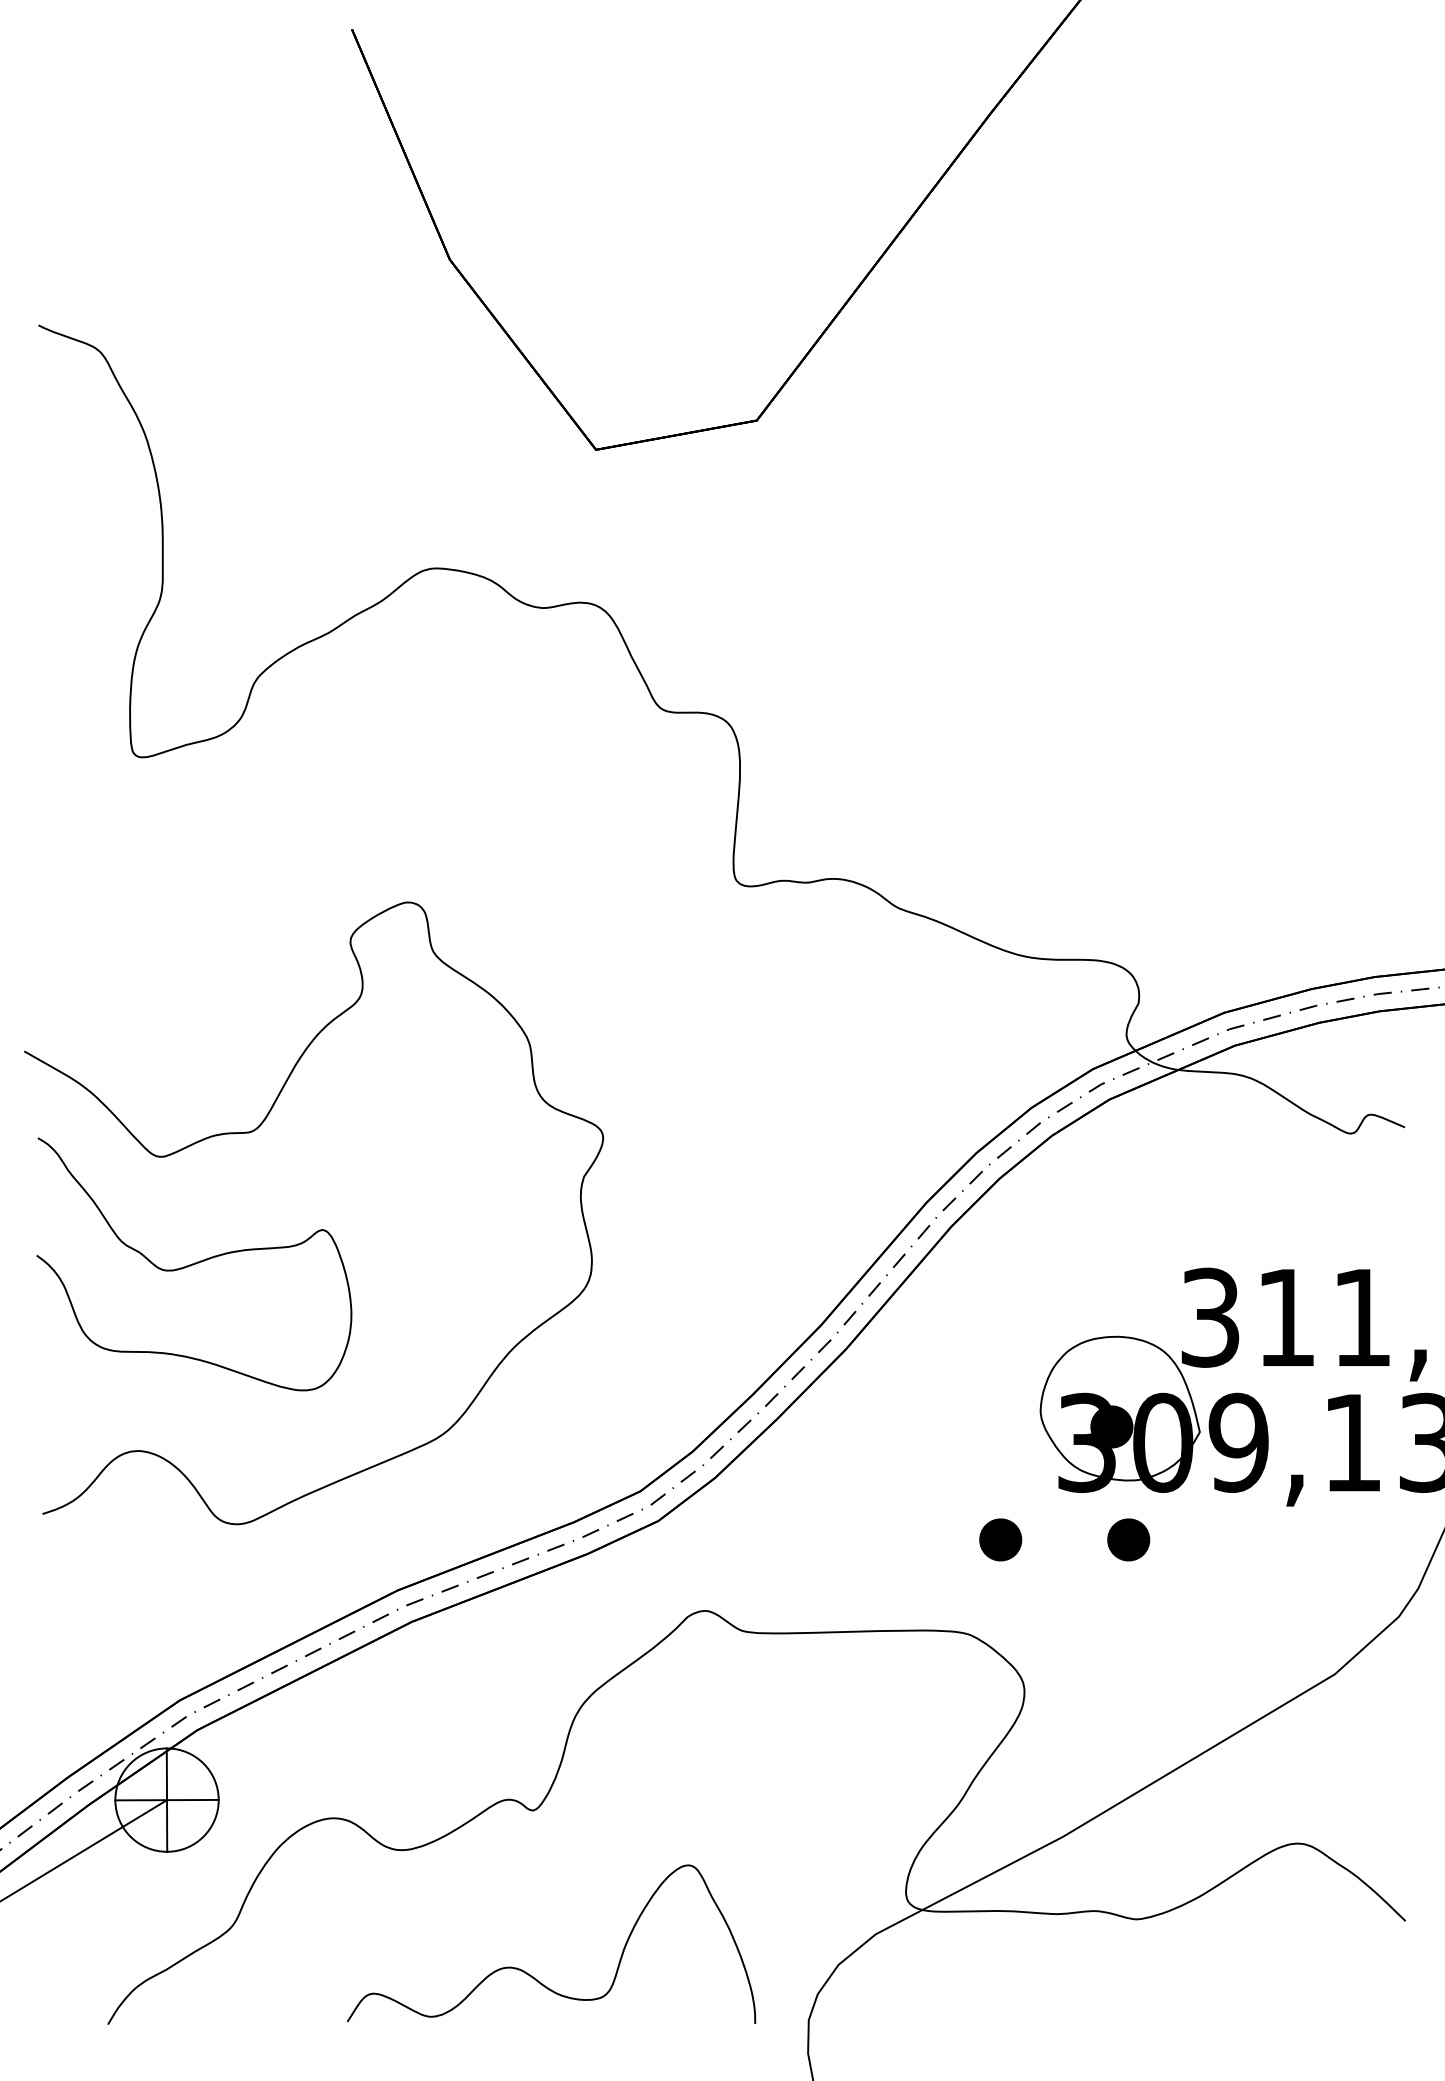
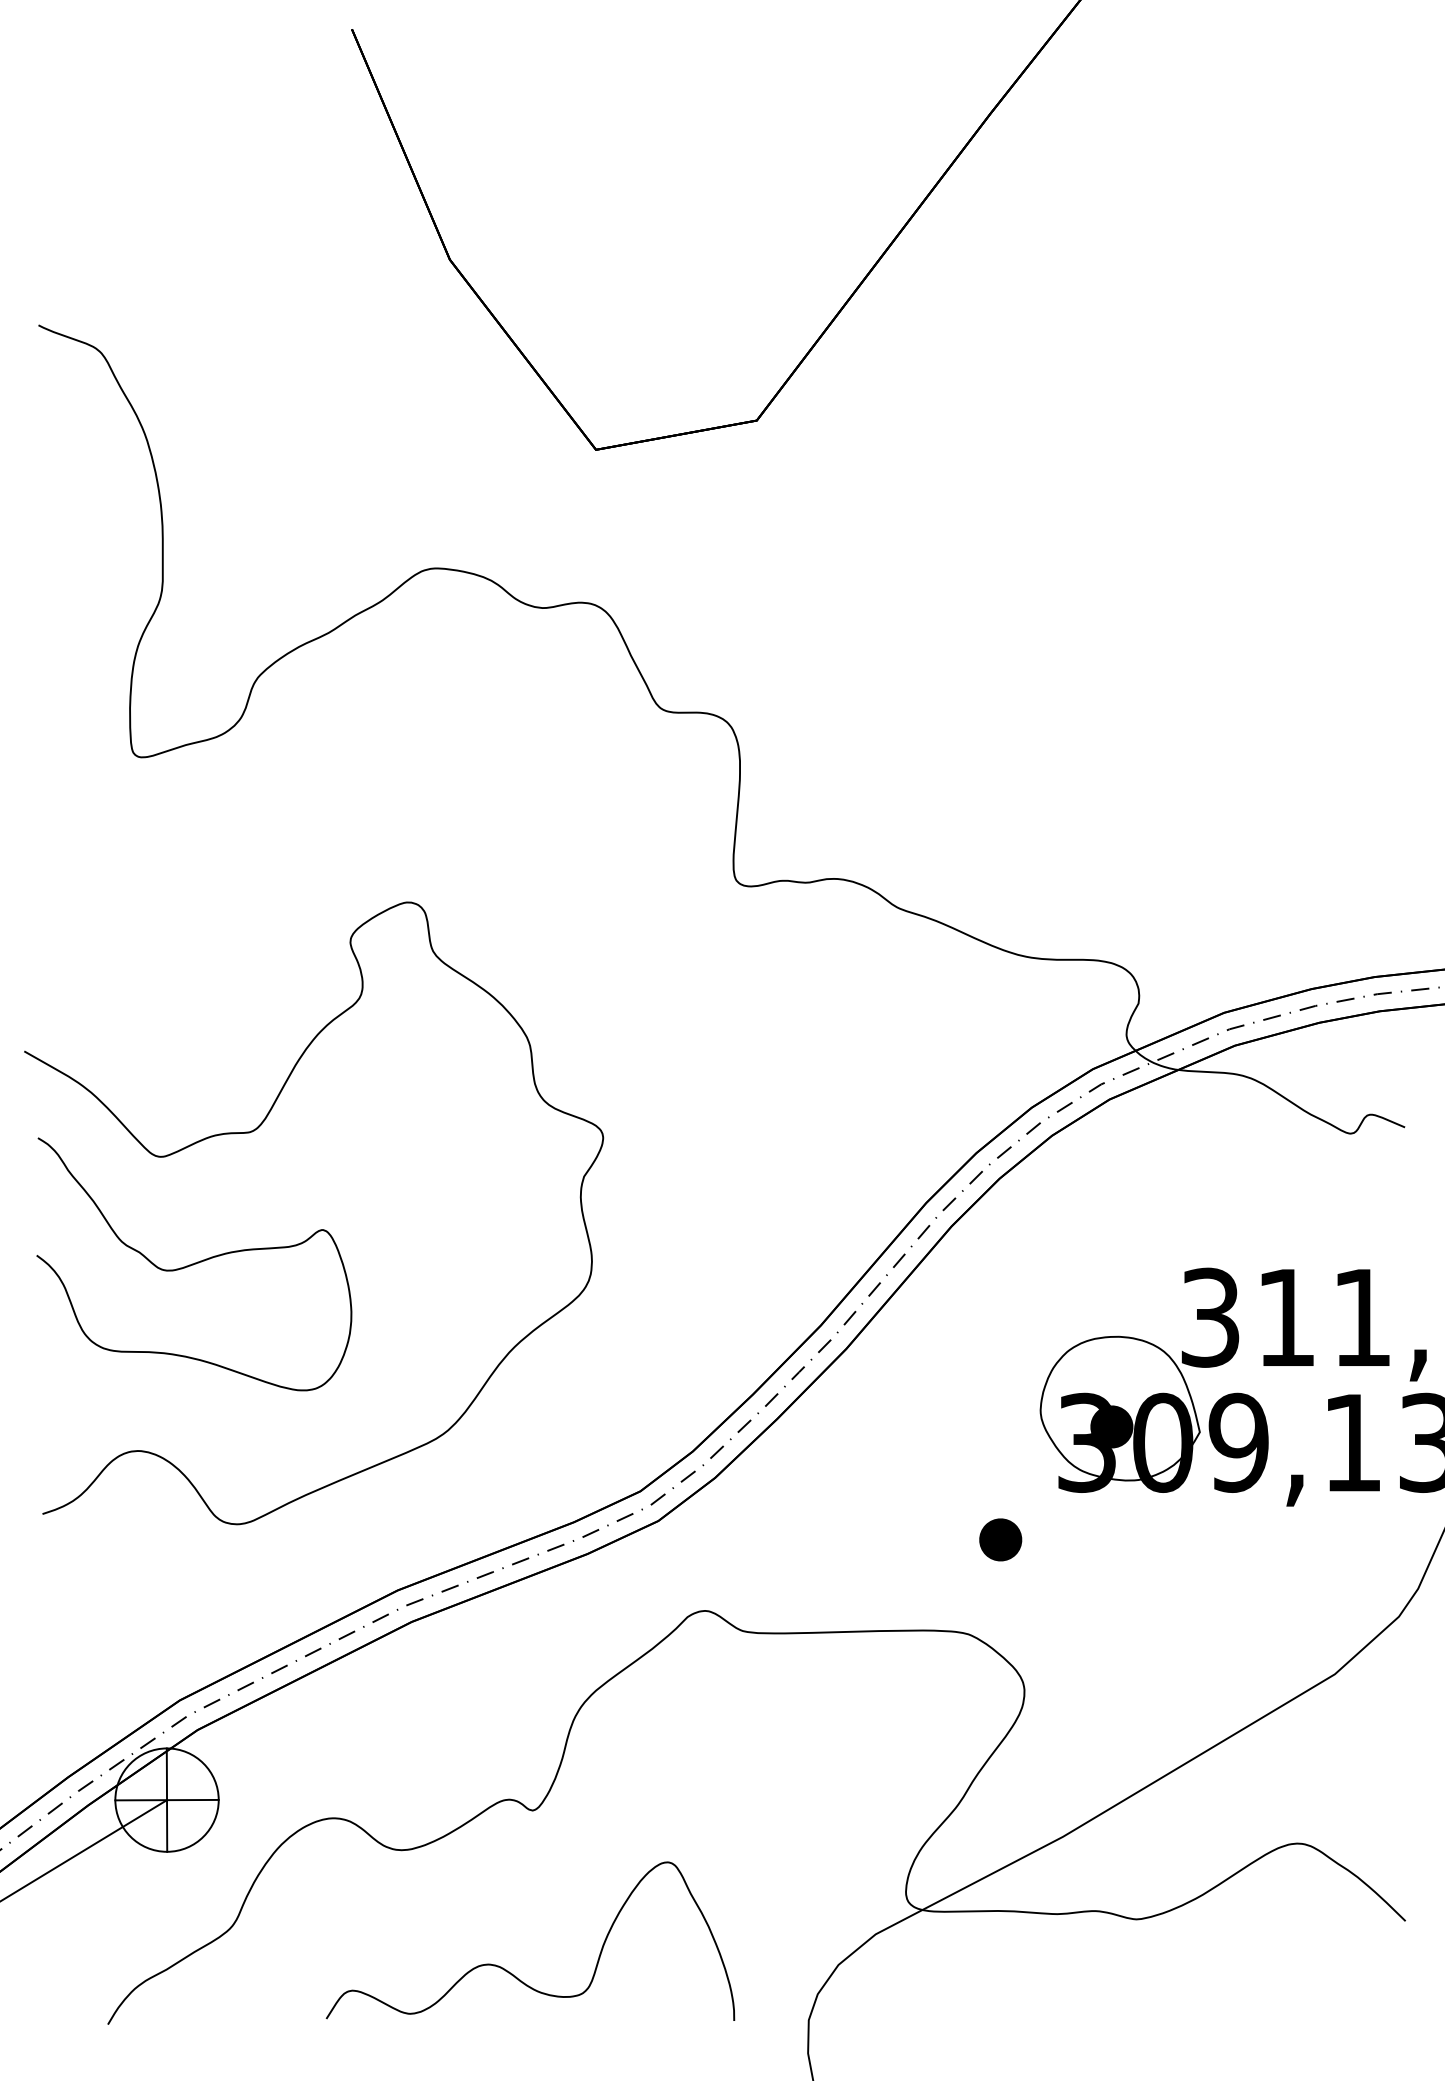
part at (1128, 1539): present -> none
curve at (530, 1974) position: (530, 1974) -> (509, 1971)
